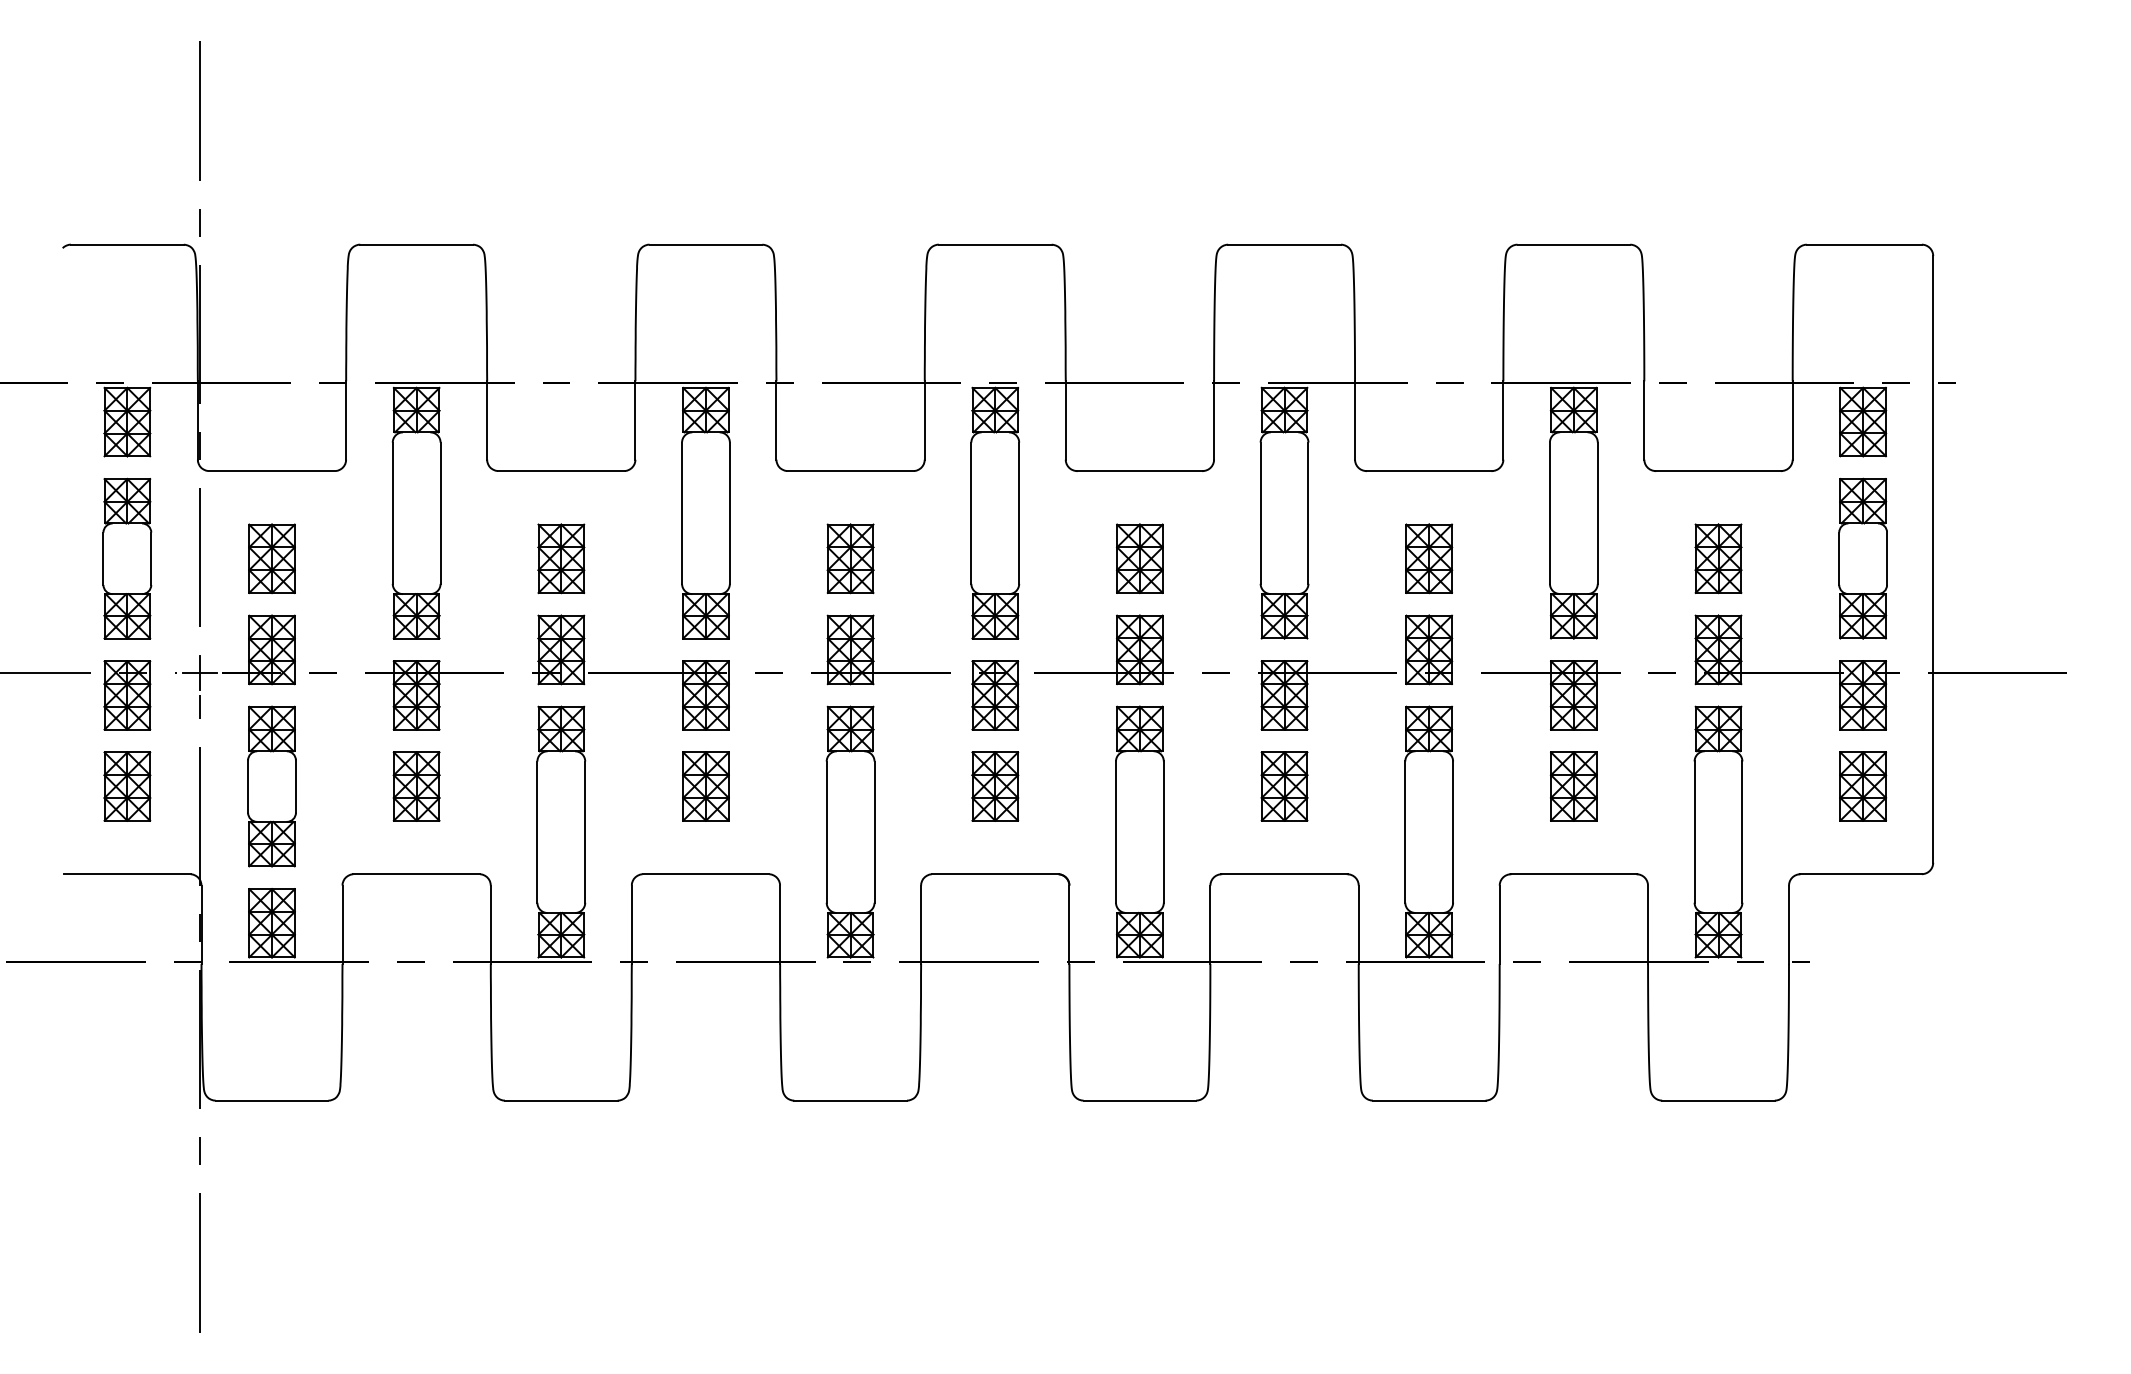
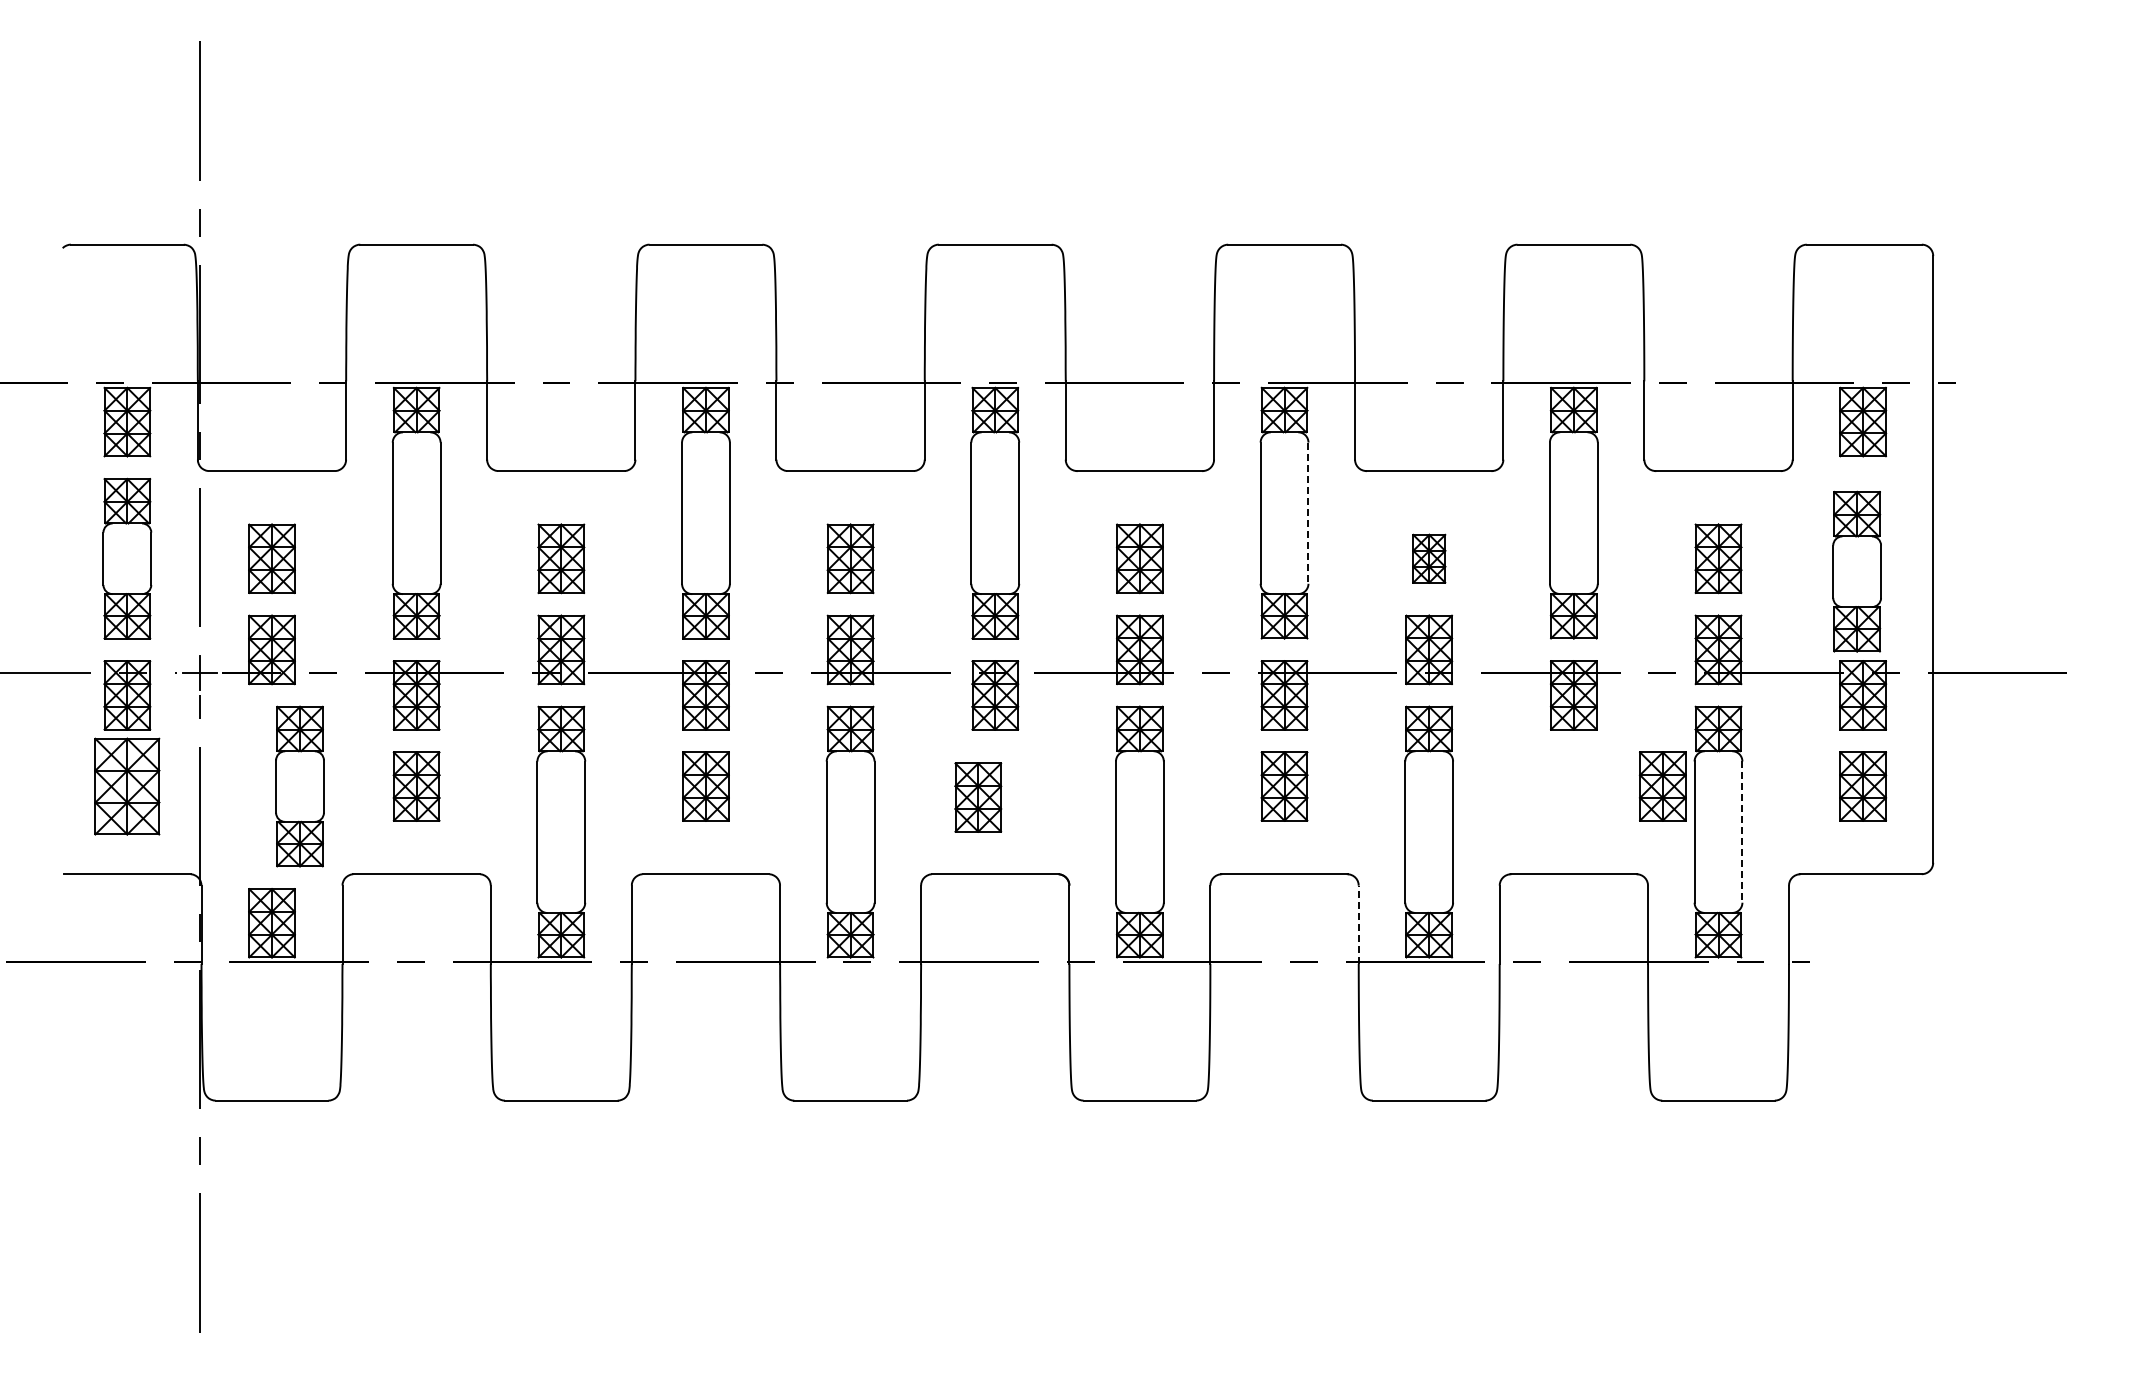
line at (1308, 513): solid -> dashed
part at (1429, 558) size: 49x72 px -> 35x51 px
part at (1862, 558) position: (1862, 558) -> (1856, 571)
part at (127, 786) size: 49x71 px -> 67x99 px
part at (271, 786) position: (271, 786) -> (299, 786)
part at (995, 786) position: (995, 786) -> (978, 797)
part at (1573, 786) position: (1573, 786) -> (1662, 786)
line at (1742, 832): solid -> dashed
line at (1358, 924): solid -> dashed
